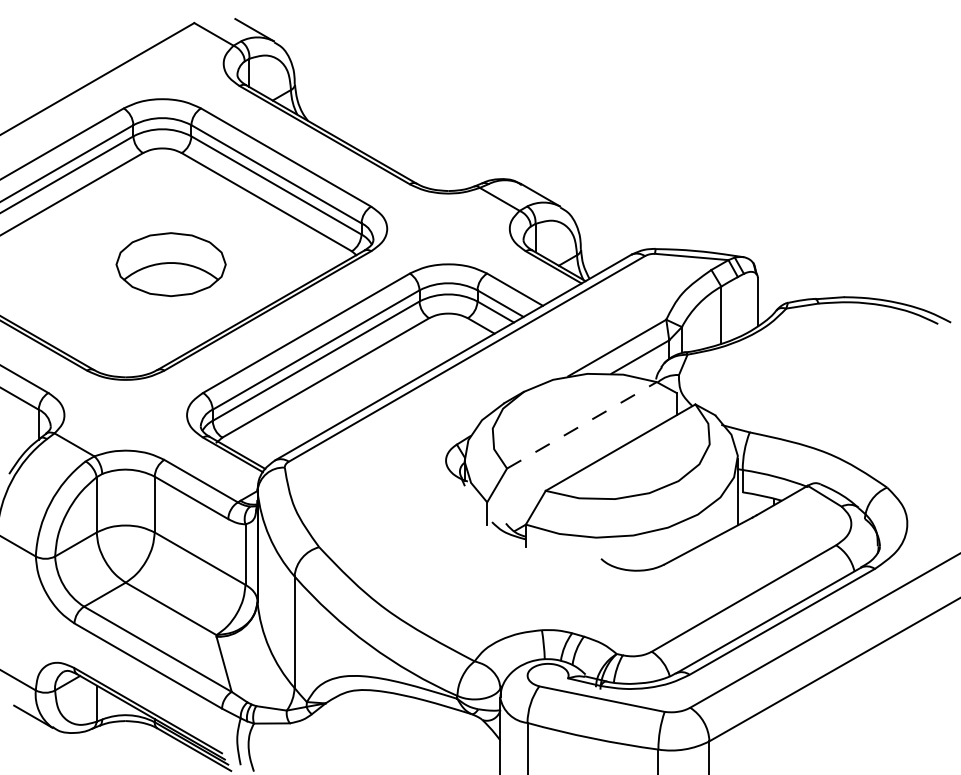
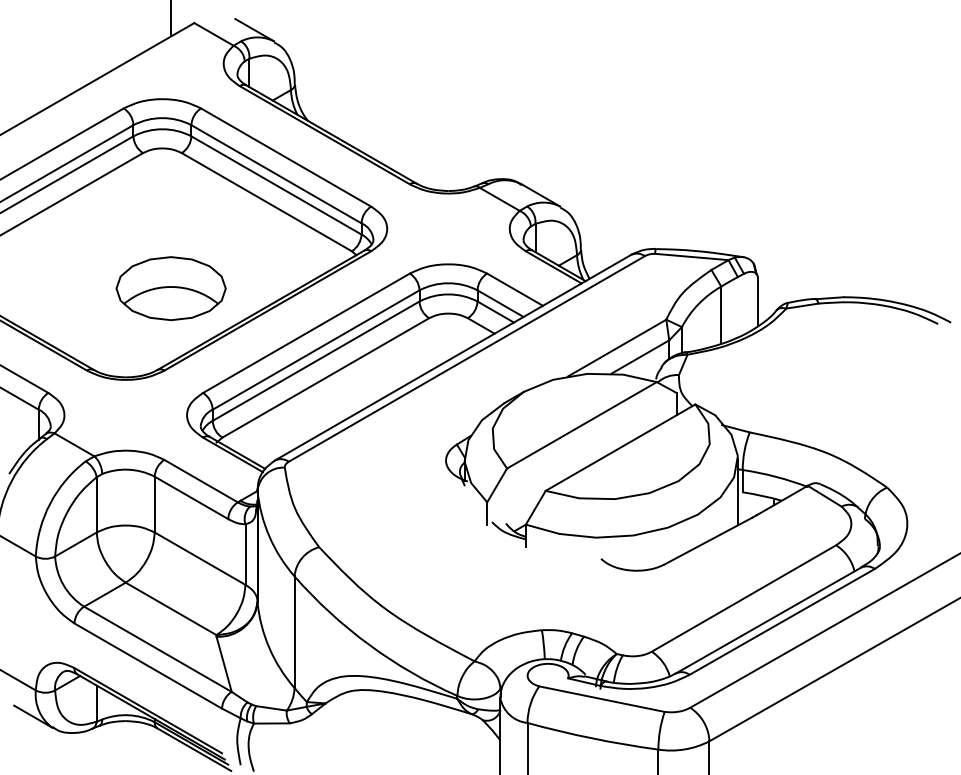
line at (171, 19): none -> present
part at (170, 264) position: (170, 264) -> (170, 288)
line at (582, 425): dashed -> solid
